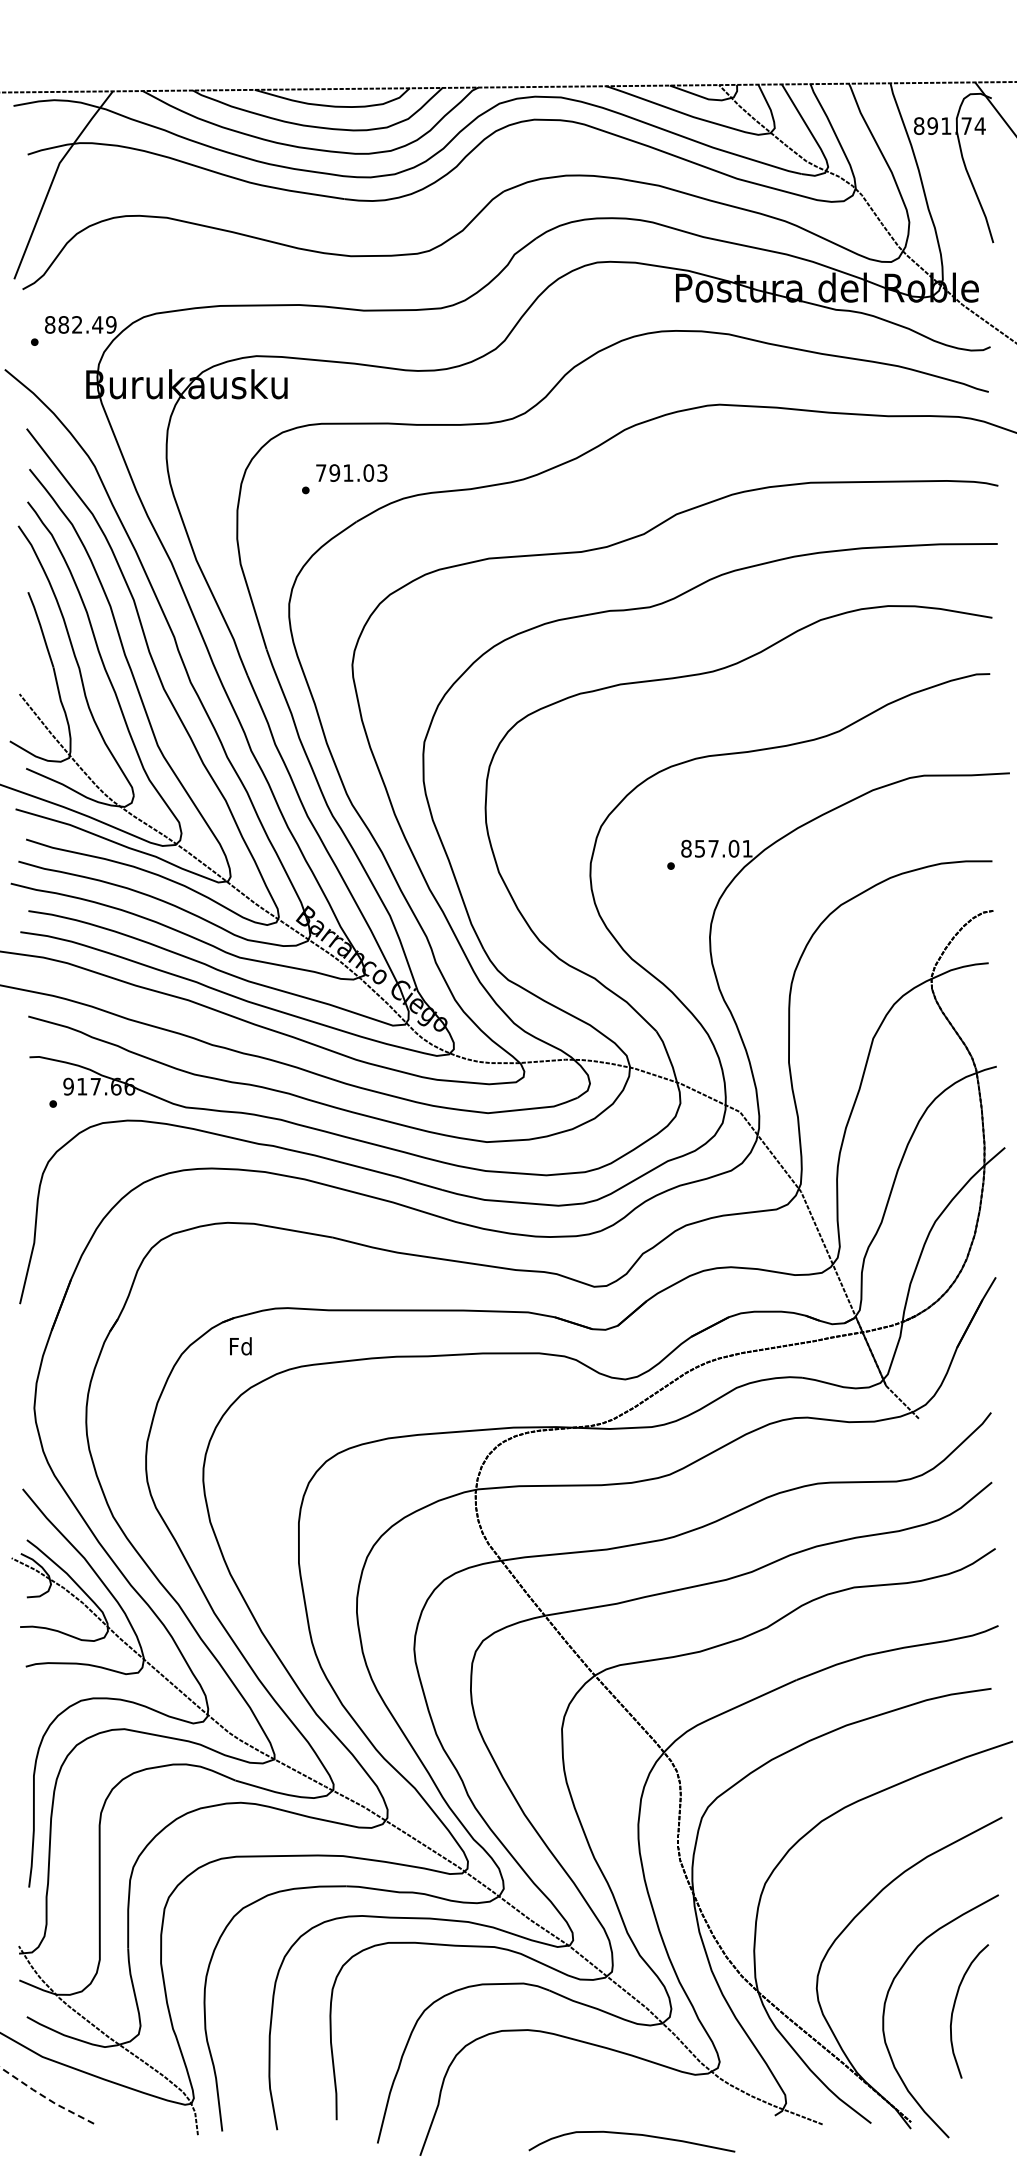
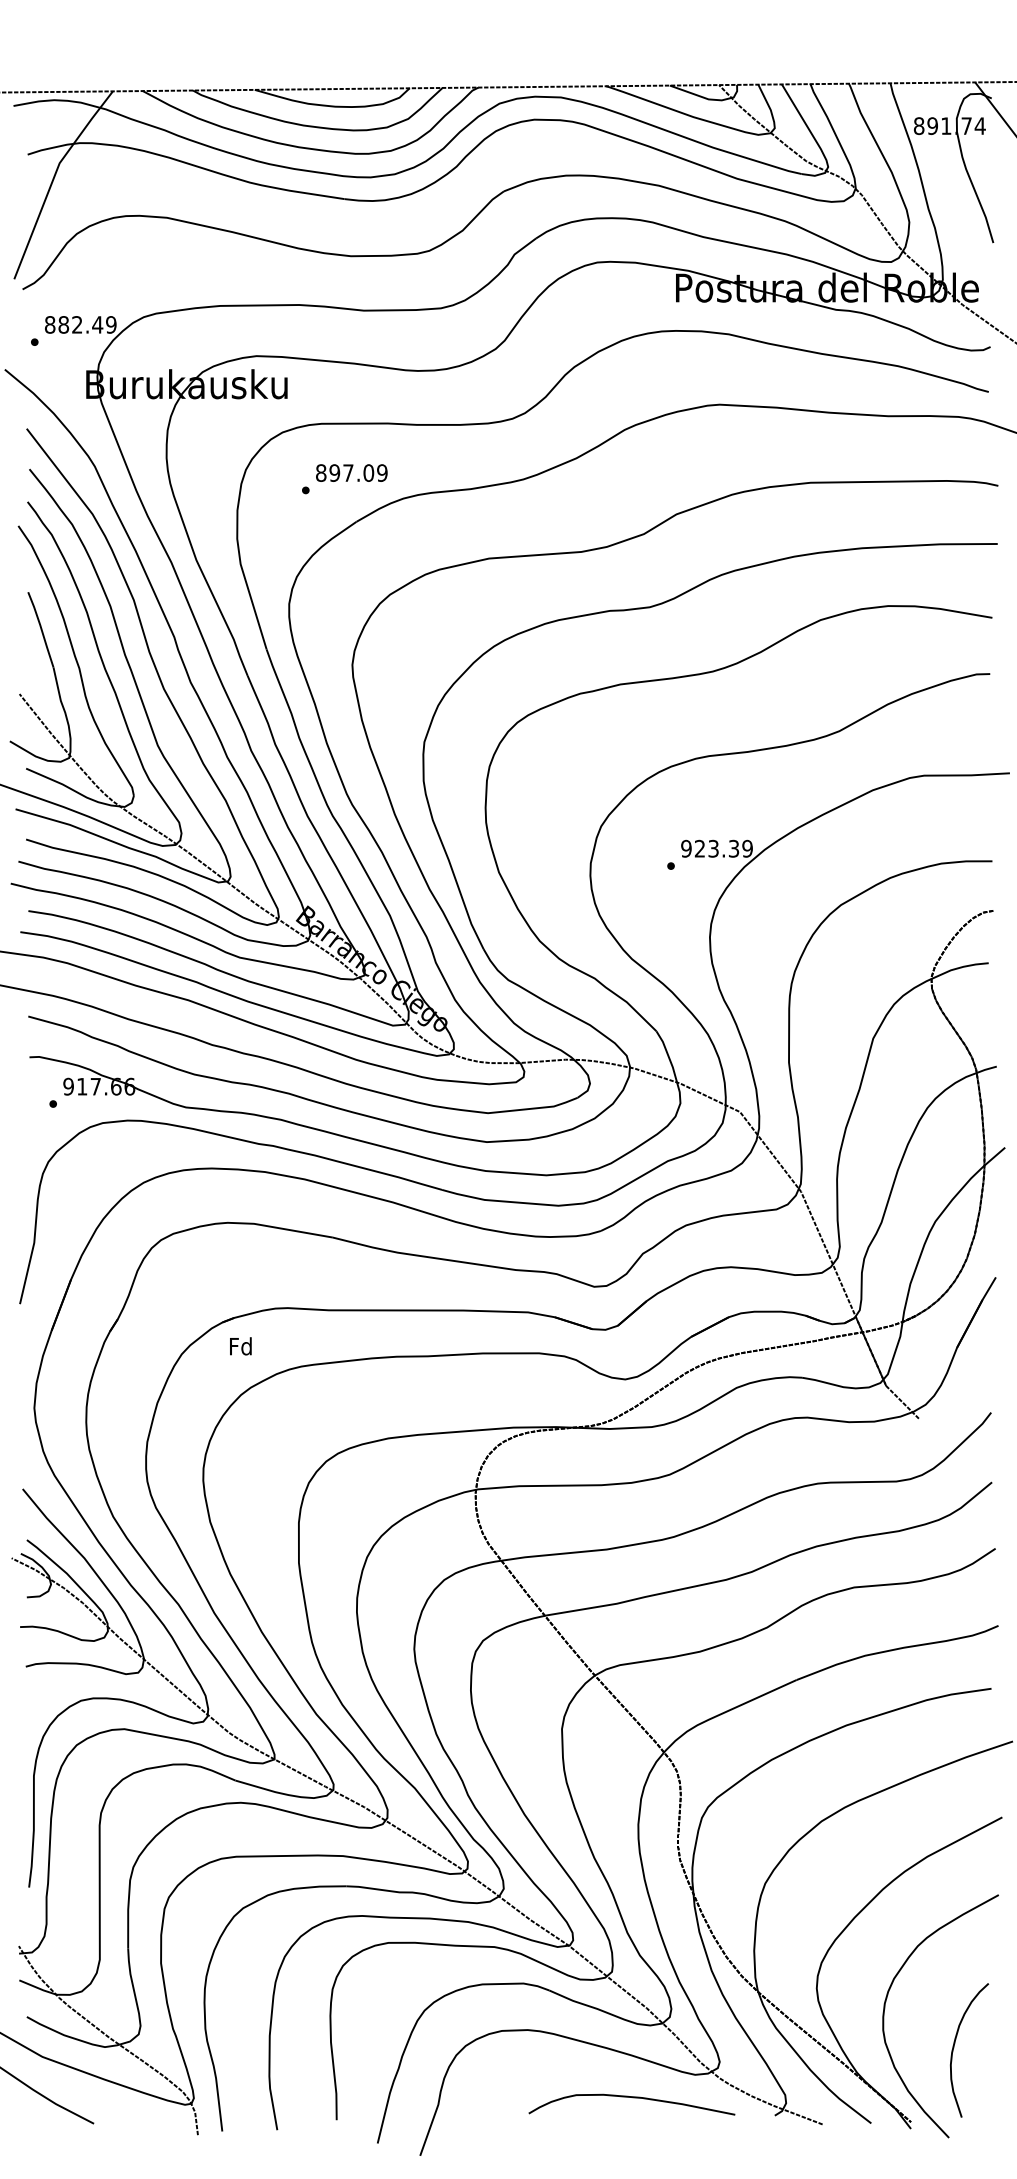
text at (351, 472): 791.03 -> 897.09
text at (716, 848): 857.01 -> 923.39
curve at (954, 2008) position: (954, 2008) -> (954, 2047)
line at (45, 2097): dashed -> solid
curve at (632, 2135) position: (632, 2135) -> (632, 2098)
